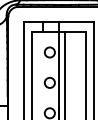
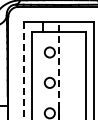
line at (23, 71): solid -> dashed
line at (59, 71): solid -> dashed
line at (65, 74): present -> none
